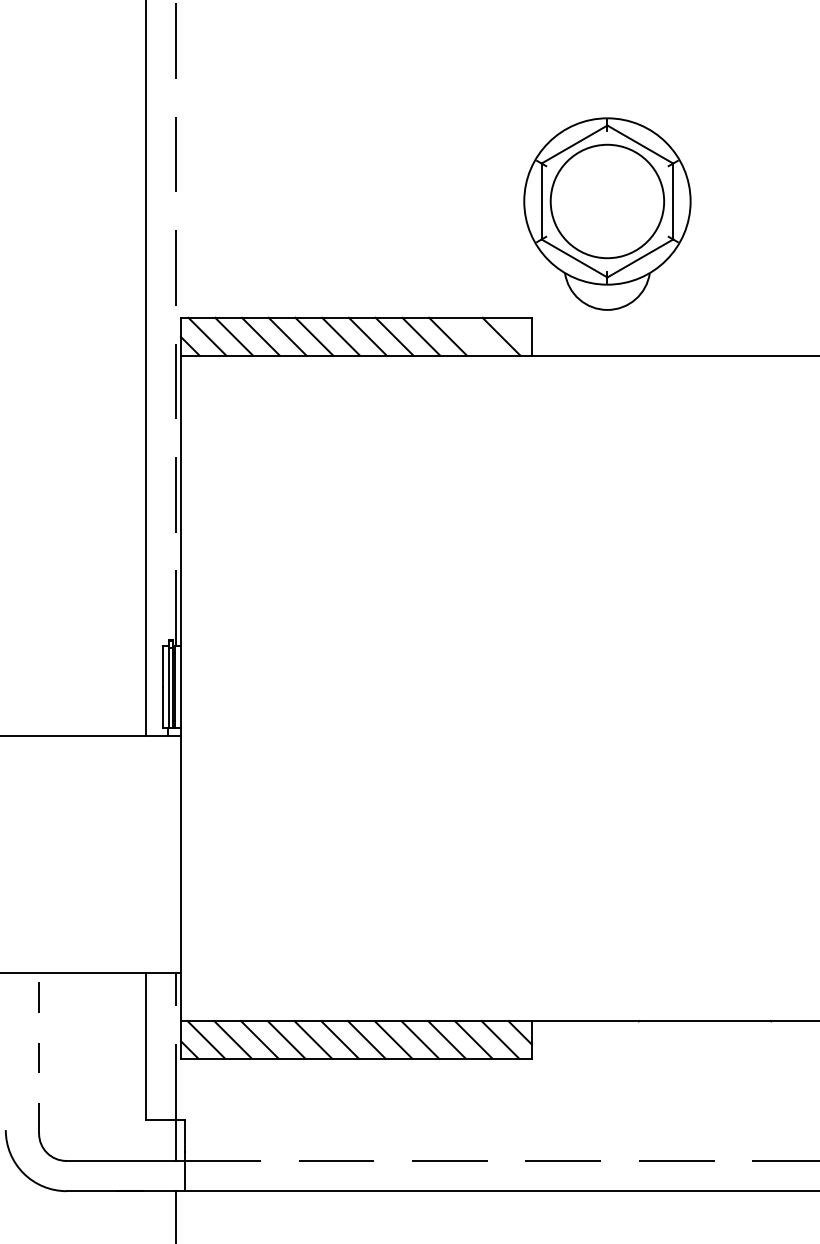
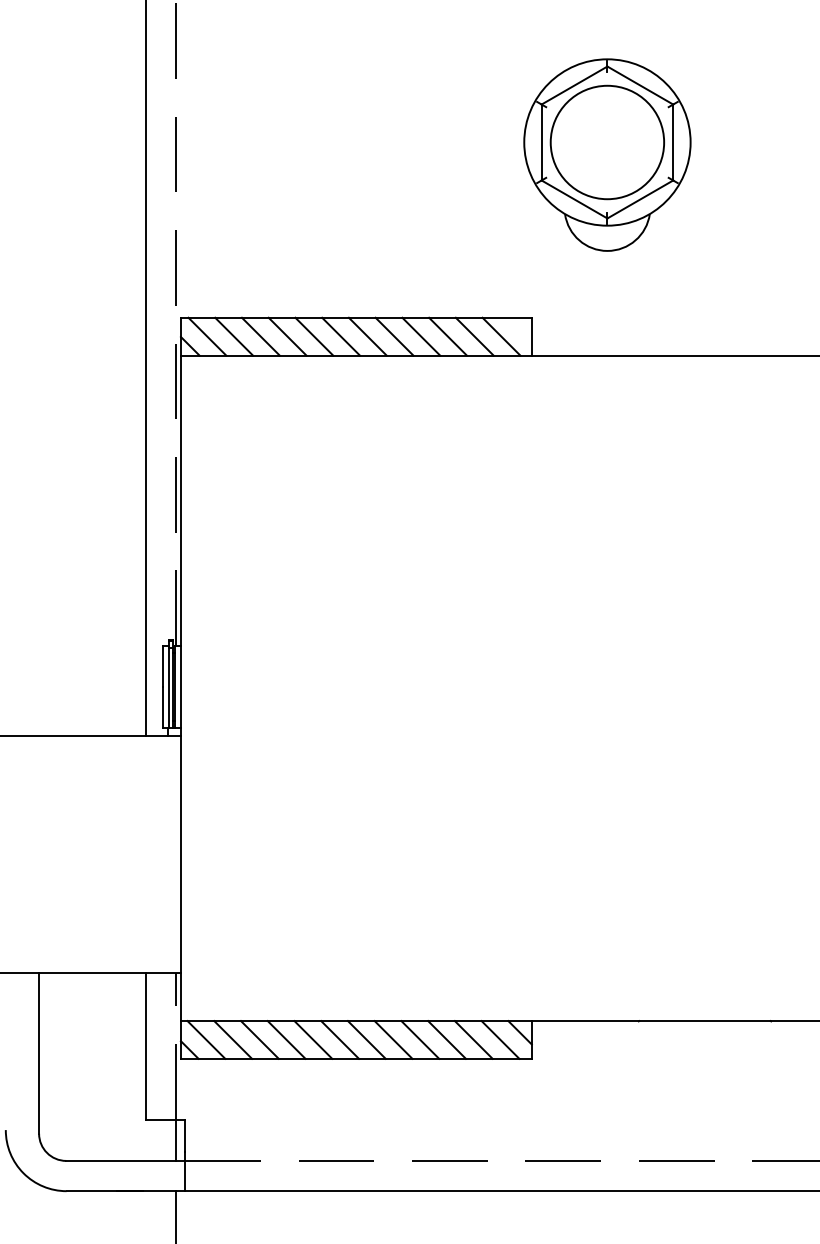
part at (607, 213) position: (607, 213) -> (607, 154)
line at (474, 336): none -> present
line at (39, 1052): dashed -> solid
